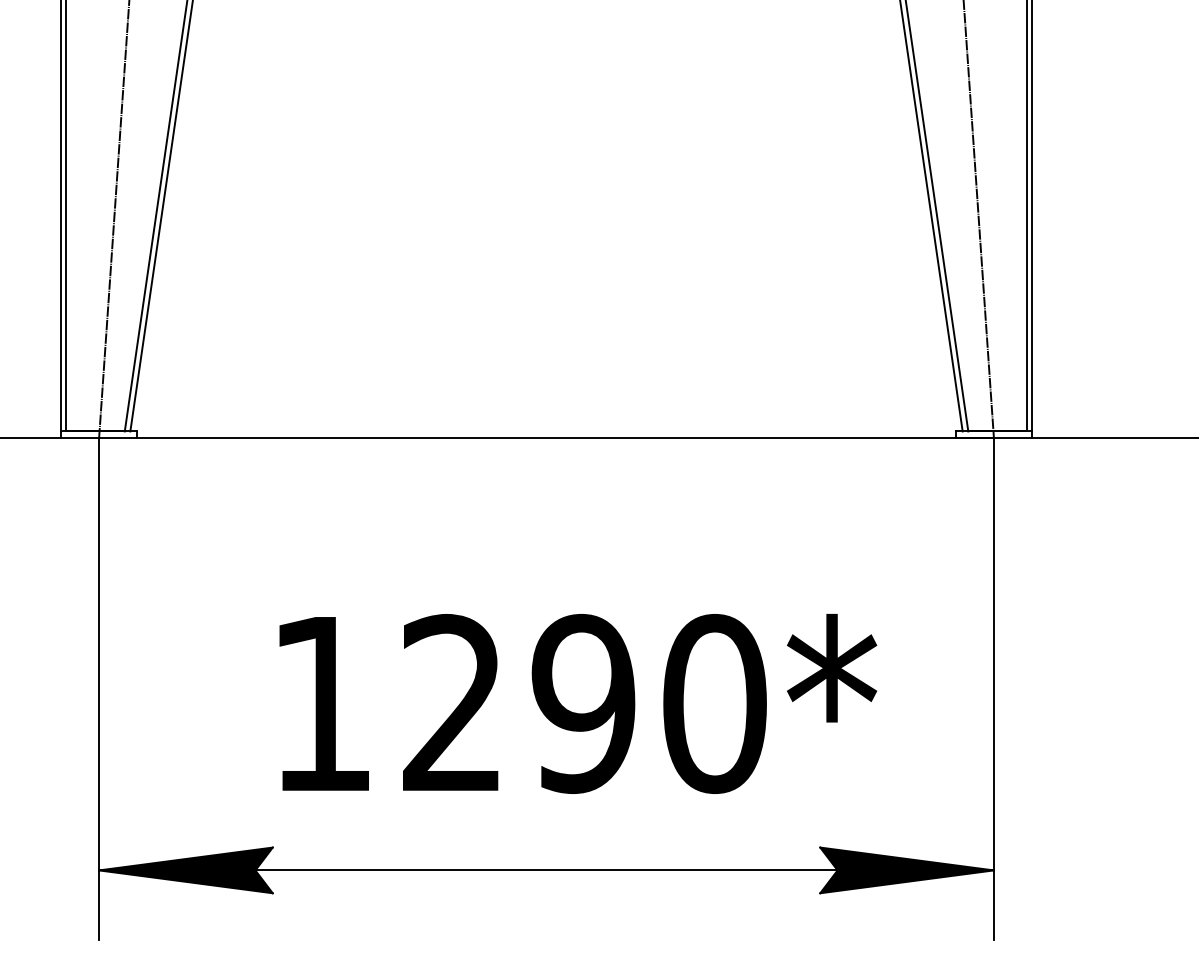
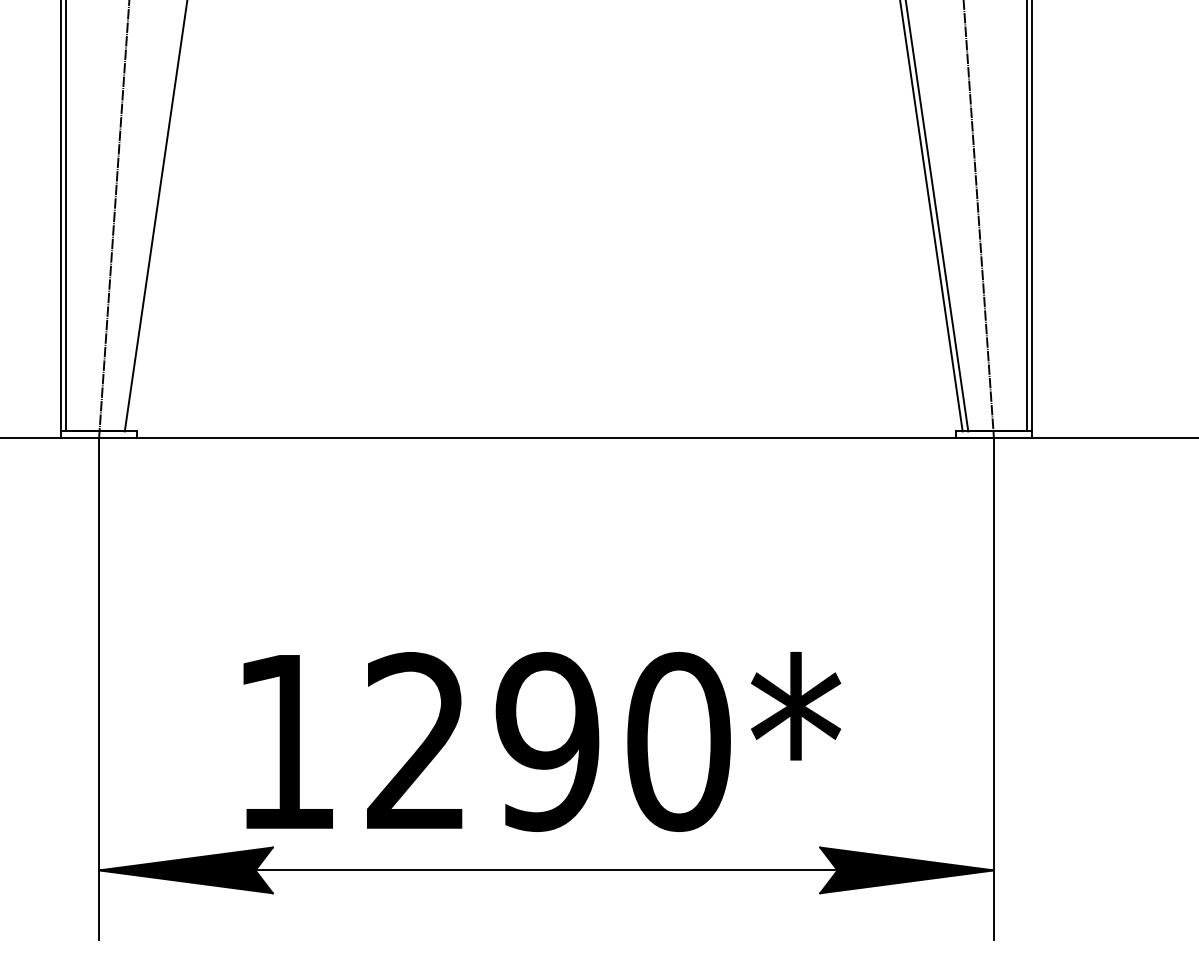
line at (161, 216): present -> none
text at (578, 703) position: (578, 703) -> (542, 741)
